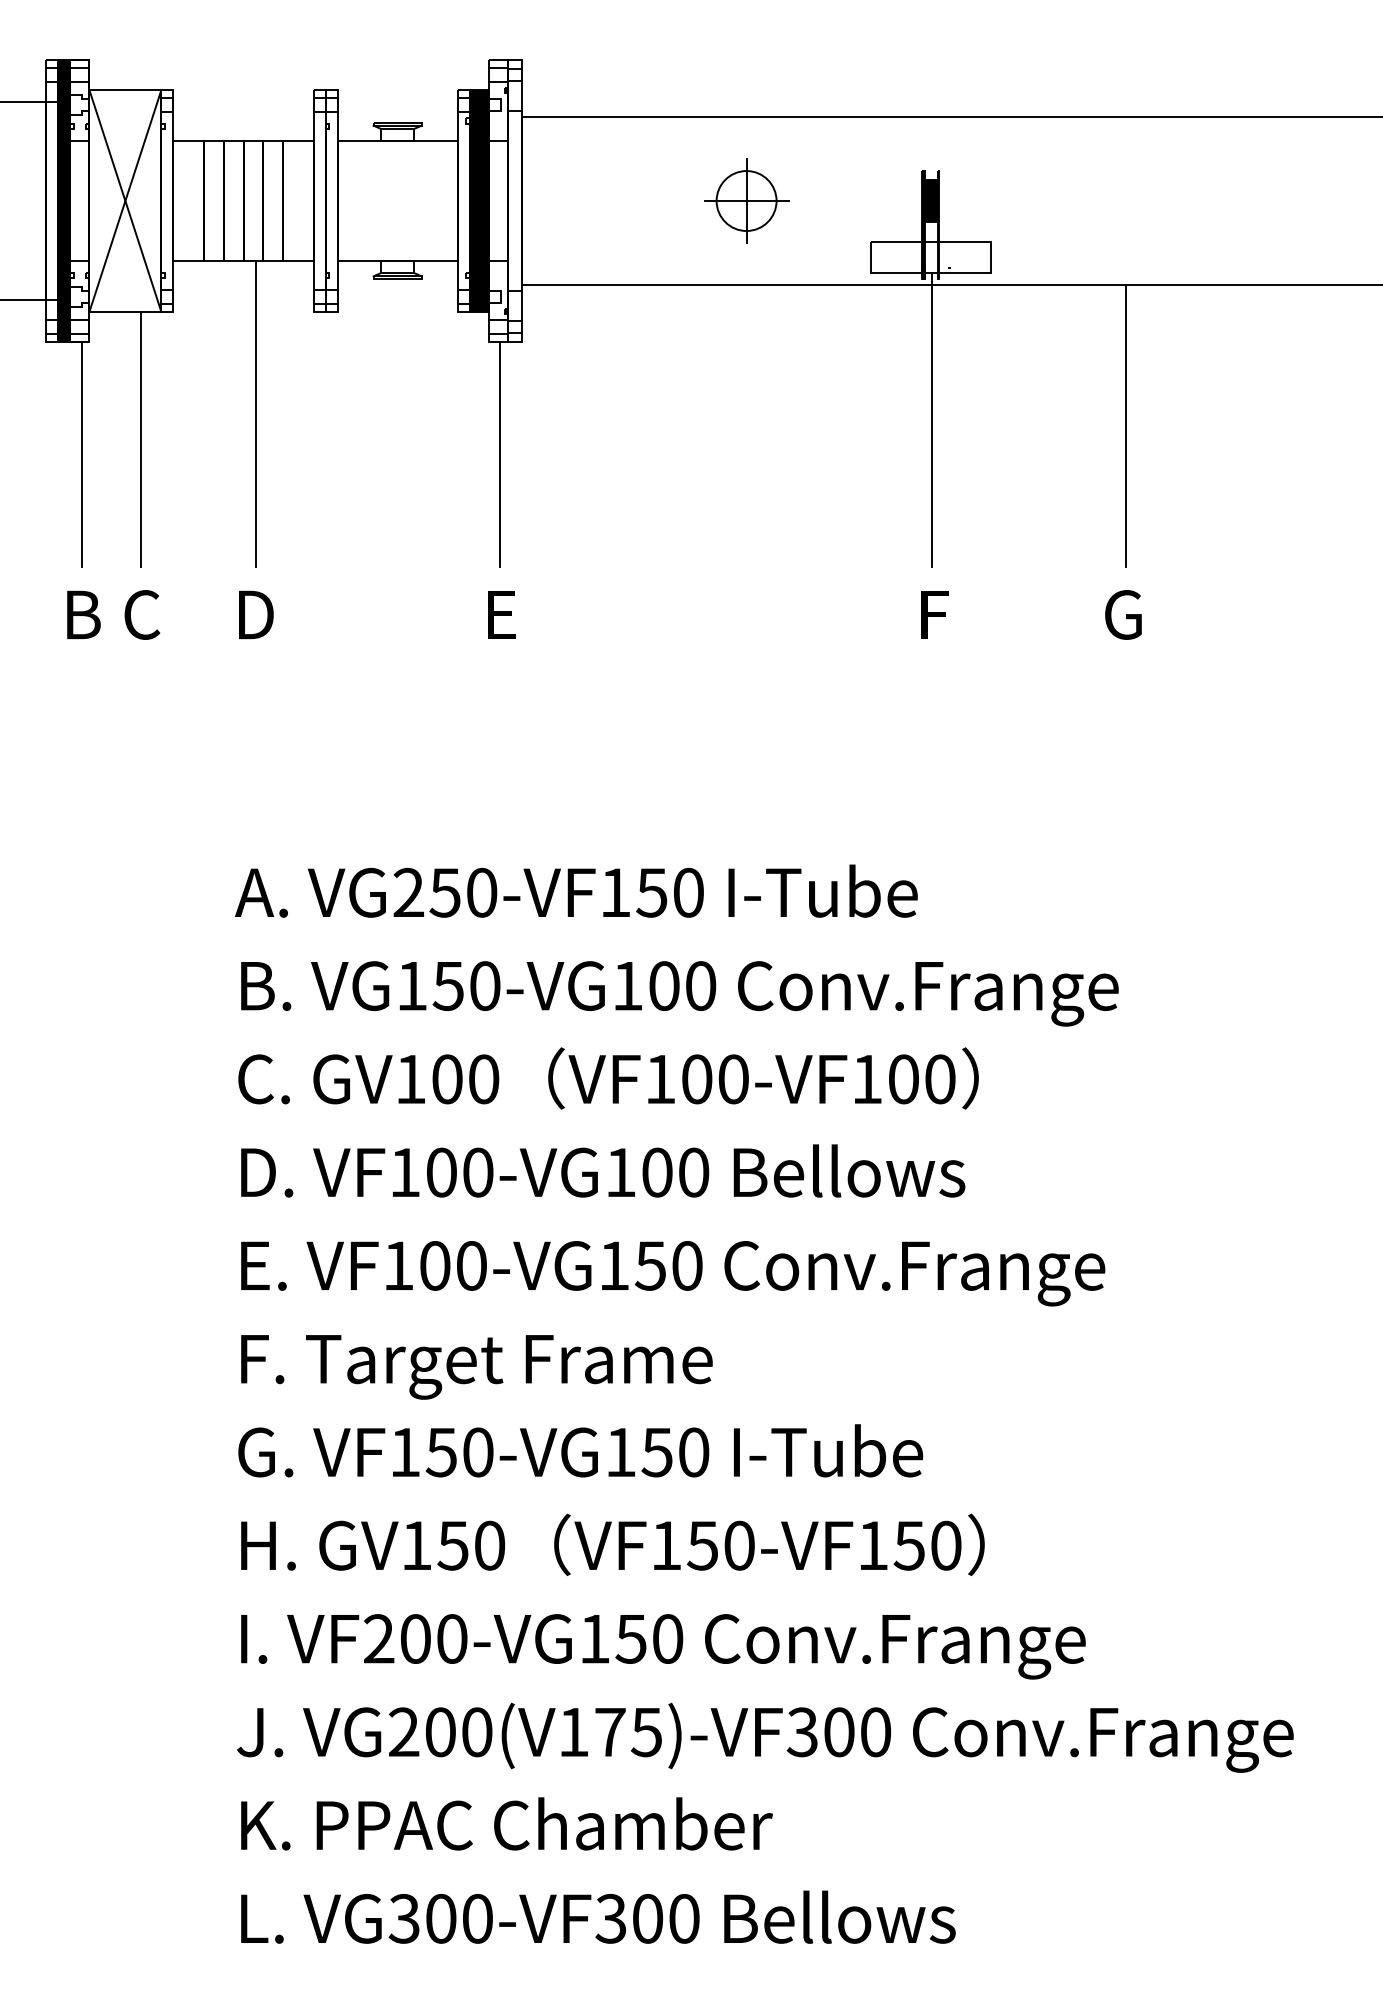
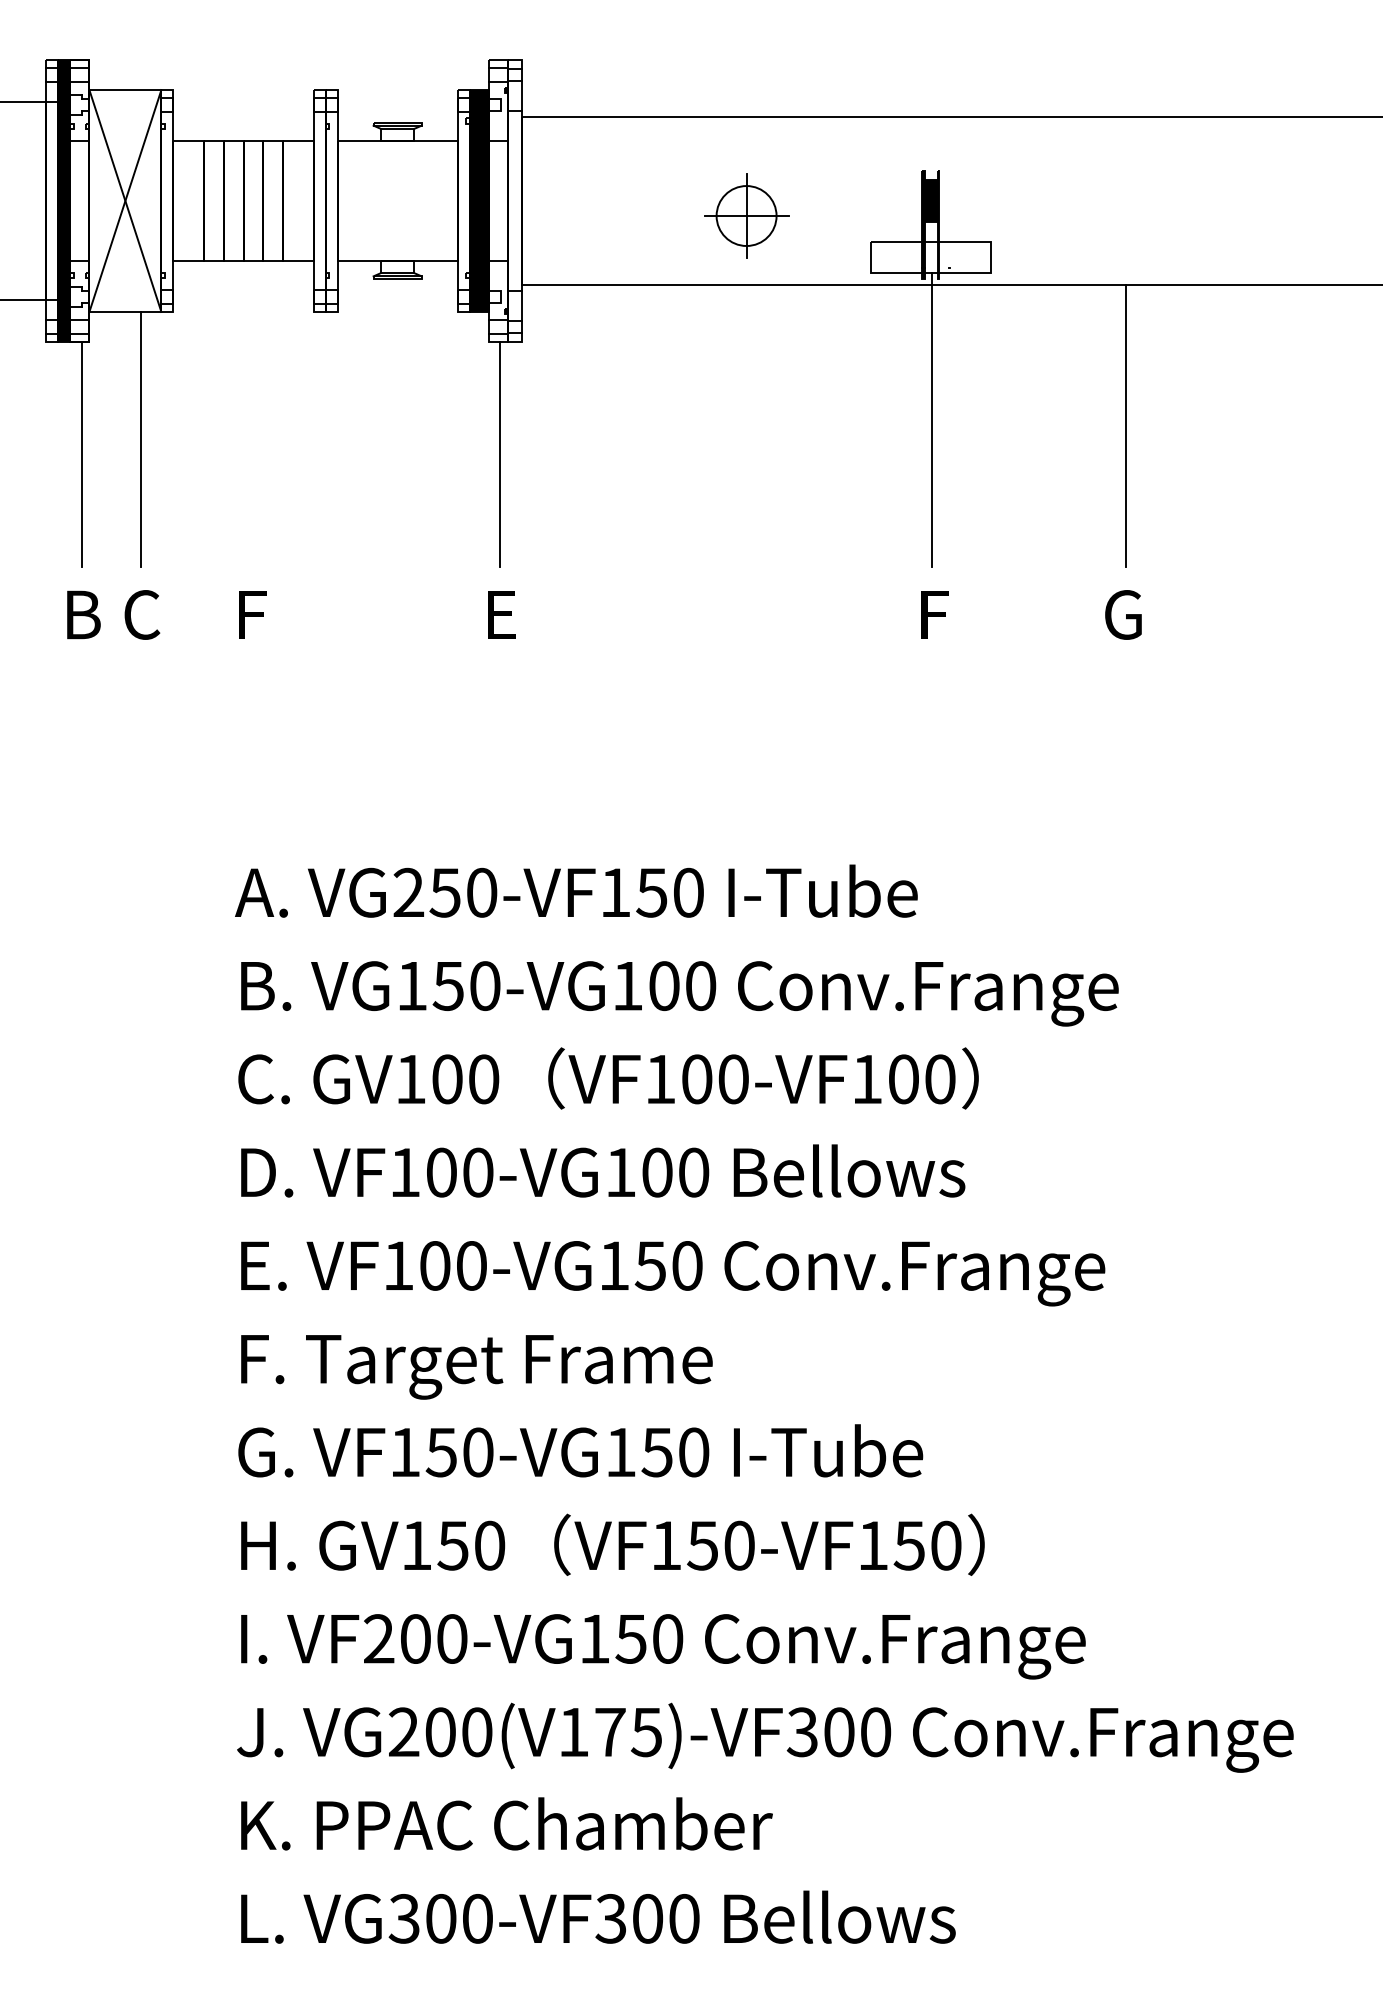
part at (746, 200) position: (746, 200) -> (746, 215)
line at (256, 413): present -> none
text at (256, 614): D -> F
